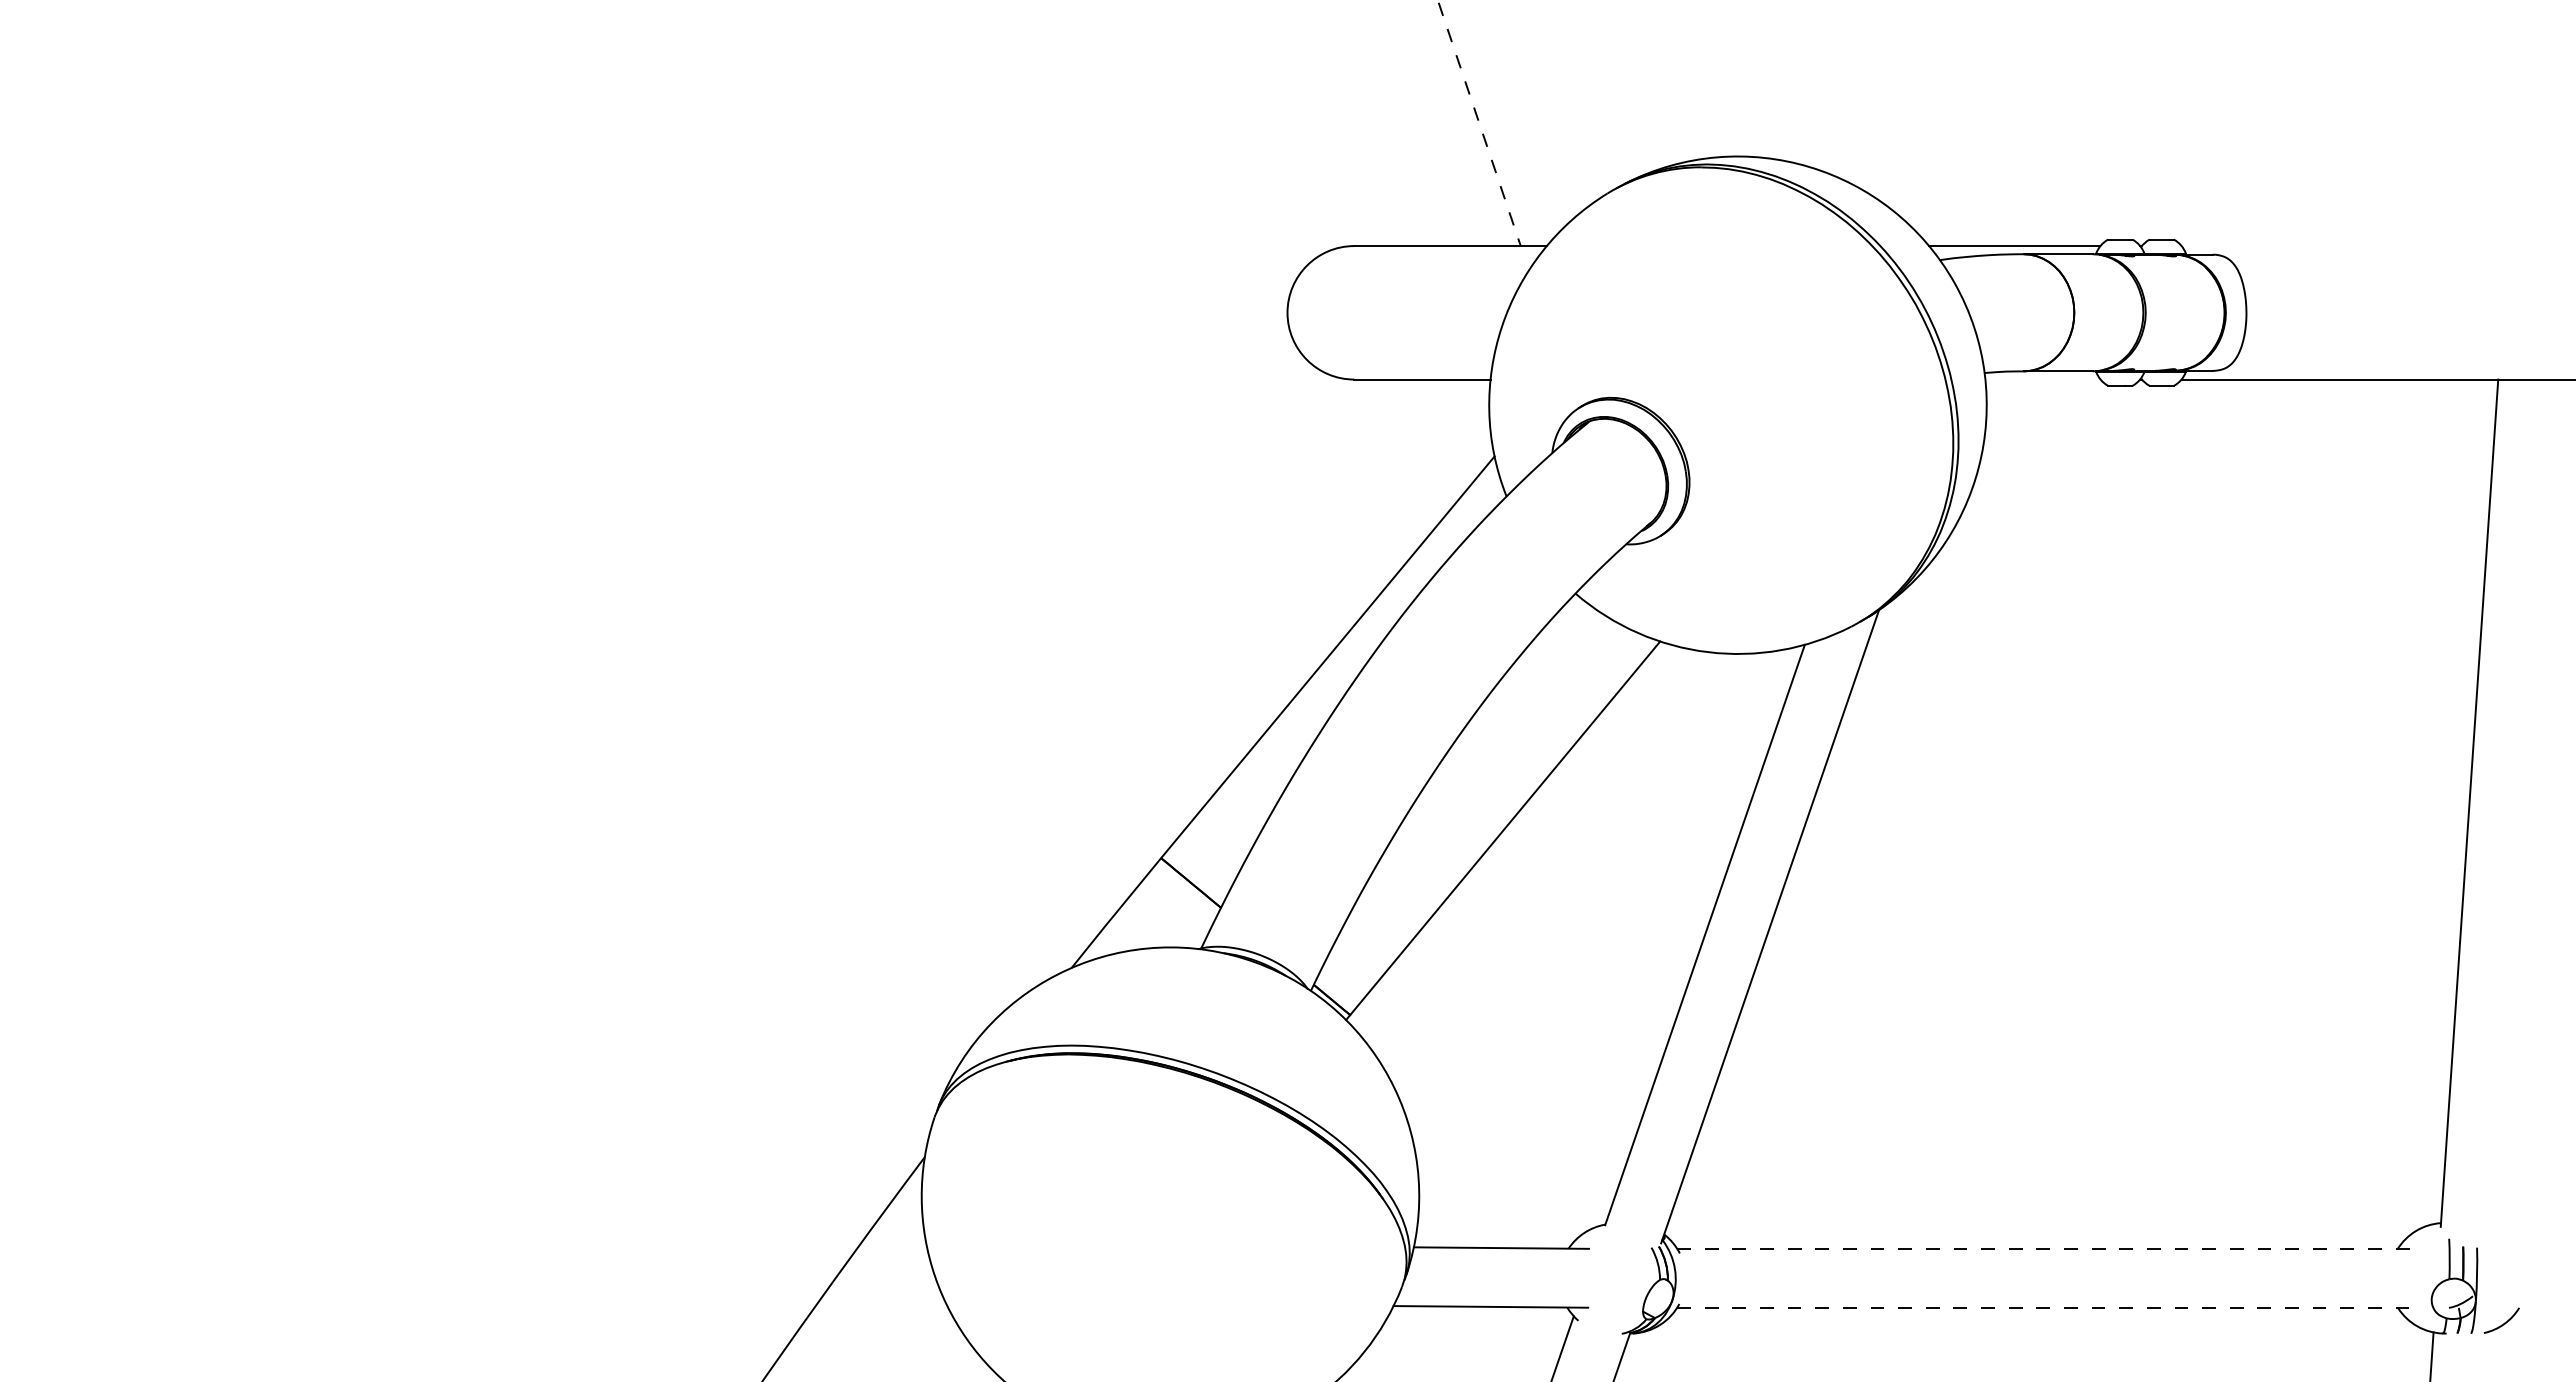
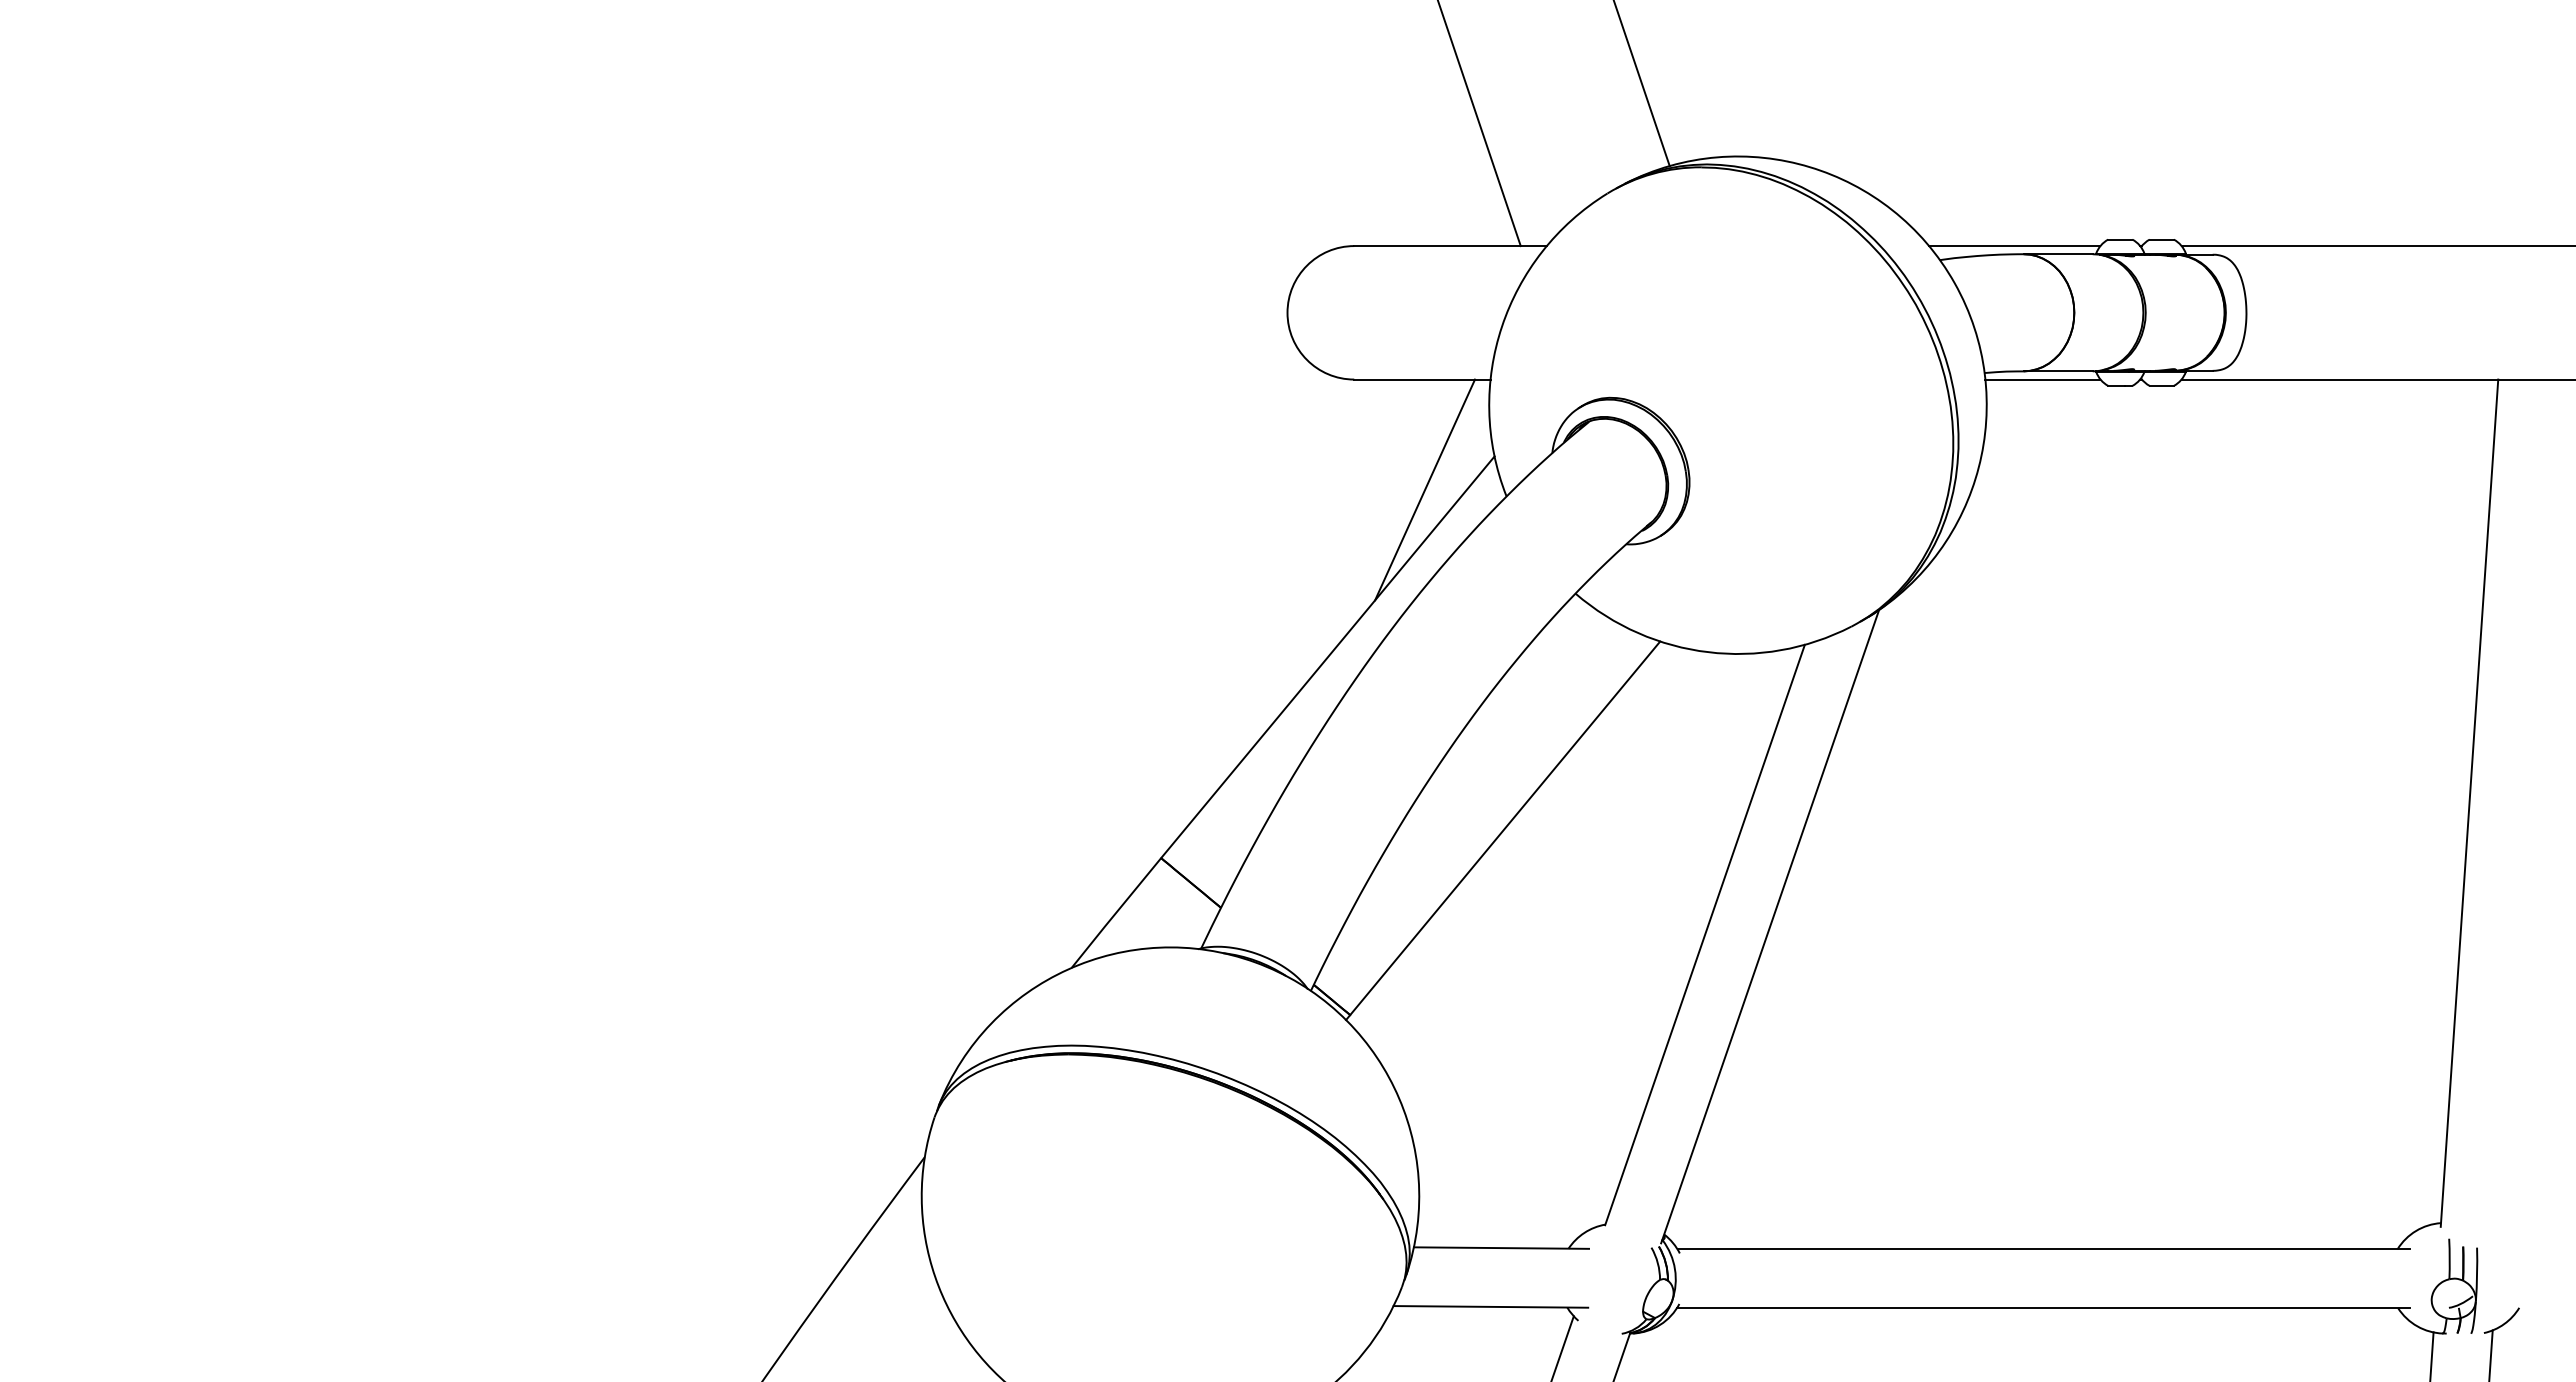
line at (1641, 84): none -> present
line at (1479, 123): dashed -> solid
line at (2376, 246): none -> present
line at (2042, 379): none -> present
line at (1425, 489): none -> present
line at (2043, 1249): dashed -> solid
line at (2043, 1307): dashed -> solid
line at (2490, 1354): none -> present
